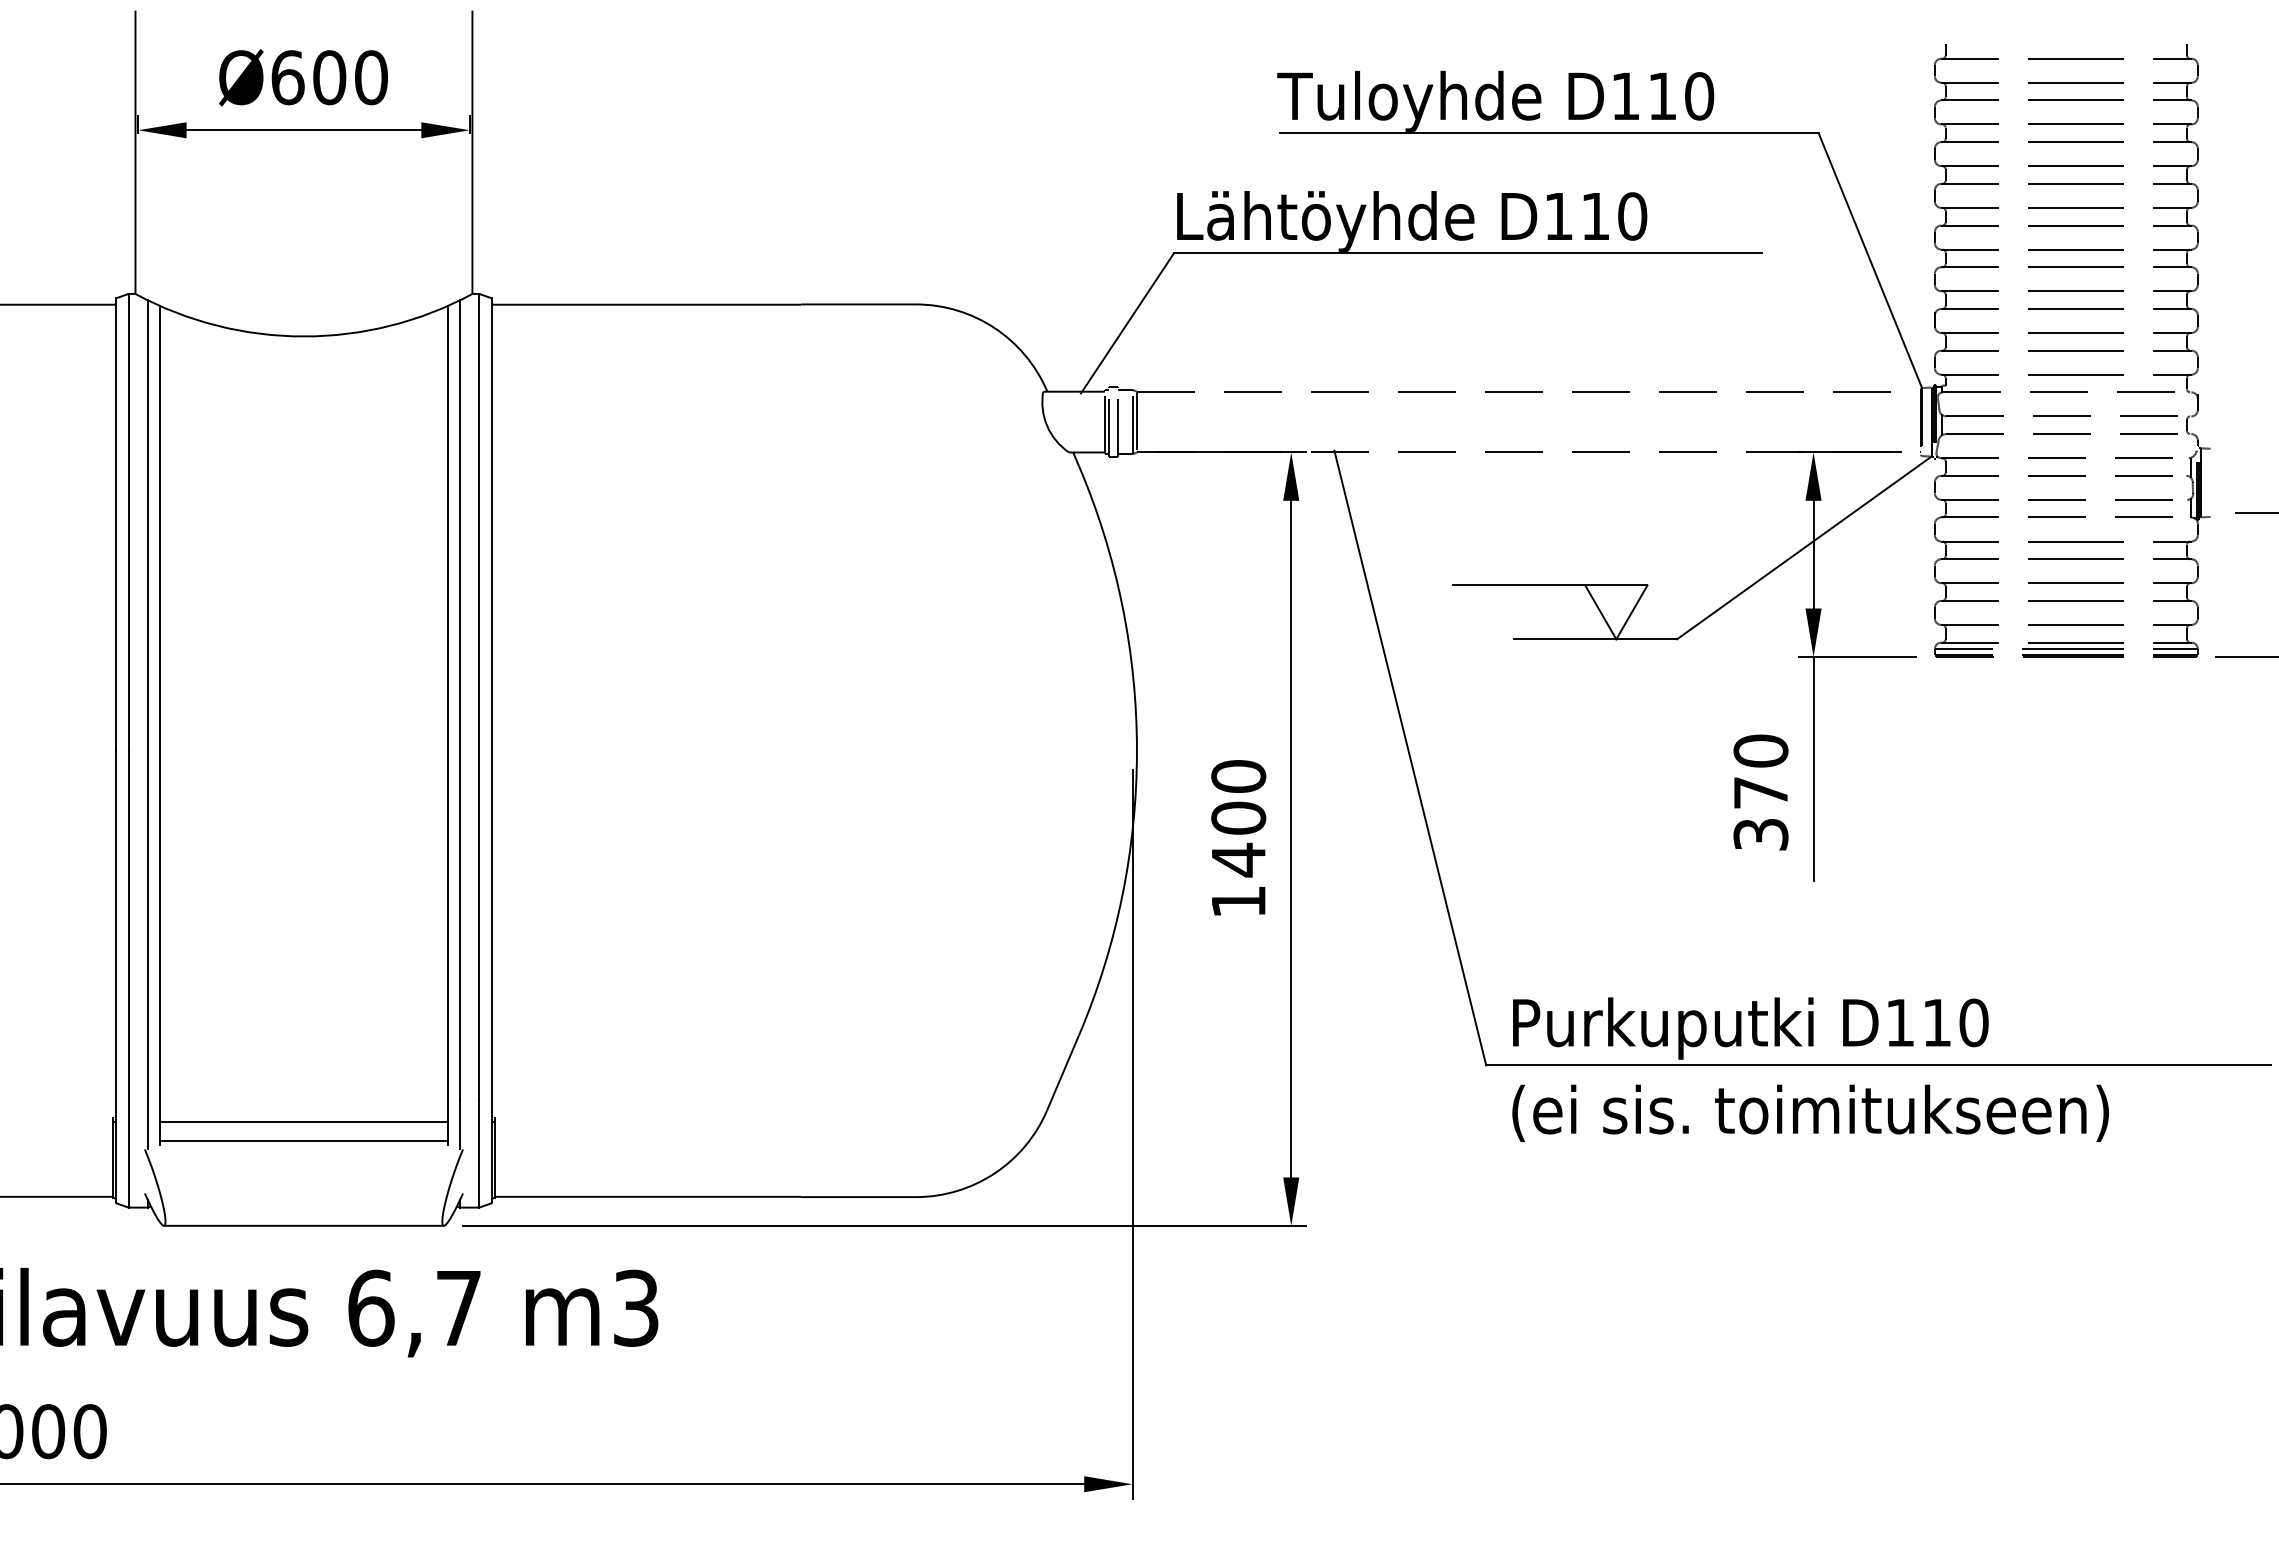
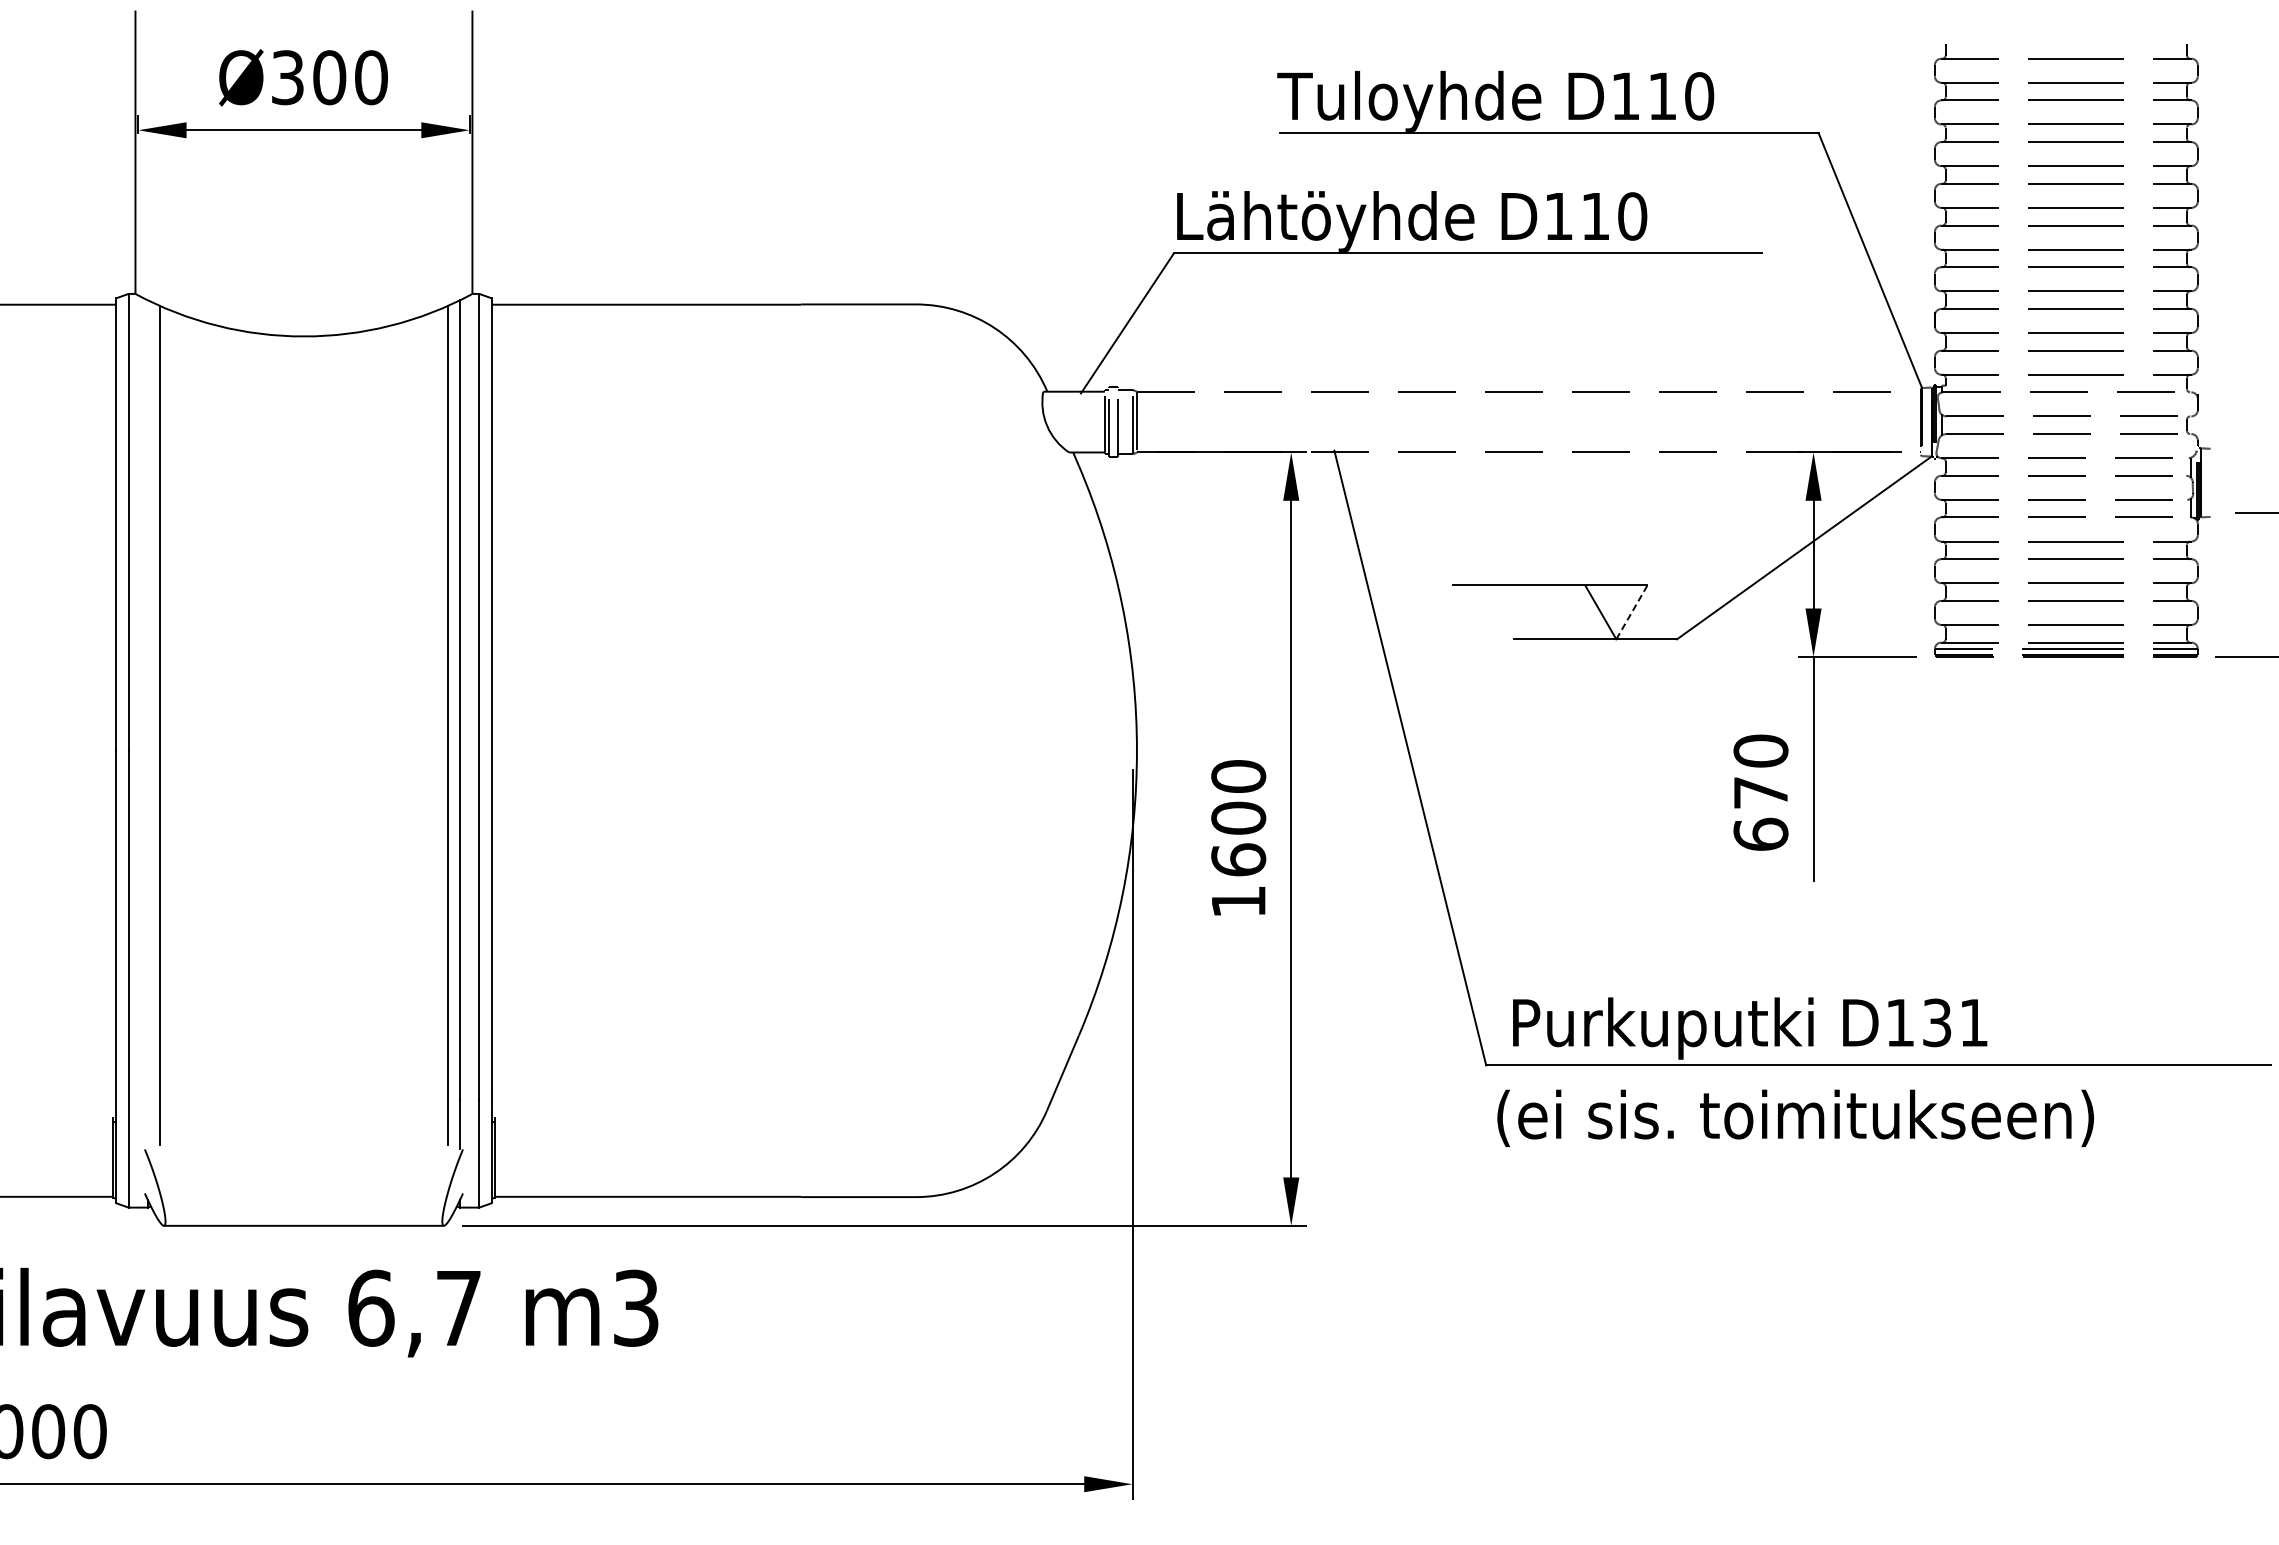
text at (287, 77): Ø600 -> Ø300
line at (1632, 612): solid -> dashed
line at (147, 724): present -> none
text at (1760, 833): 370 -> 670
text at (1238, 859): 1400 -> 1600
text at (1955, 1022): D110 -> D131
text at (1810, 1113) position: (1810, 1113) -> (1795, 1118)
line at (303, 1121): present -> none
line at (303, 1140): present -> none
